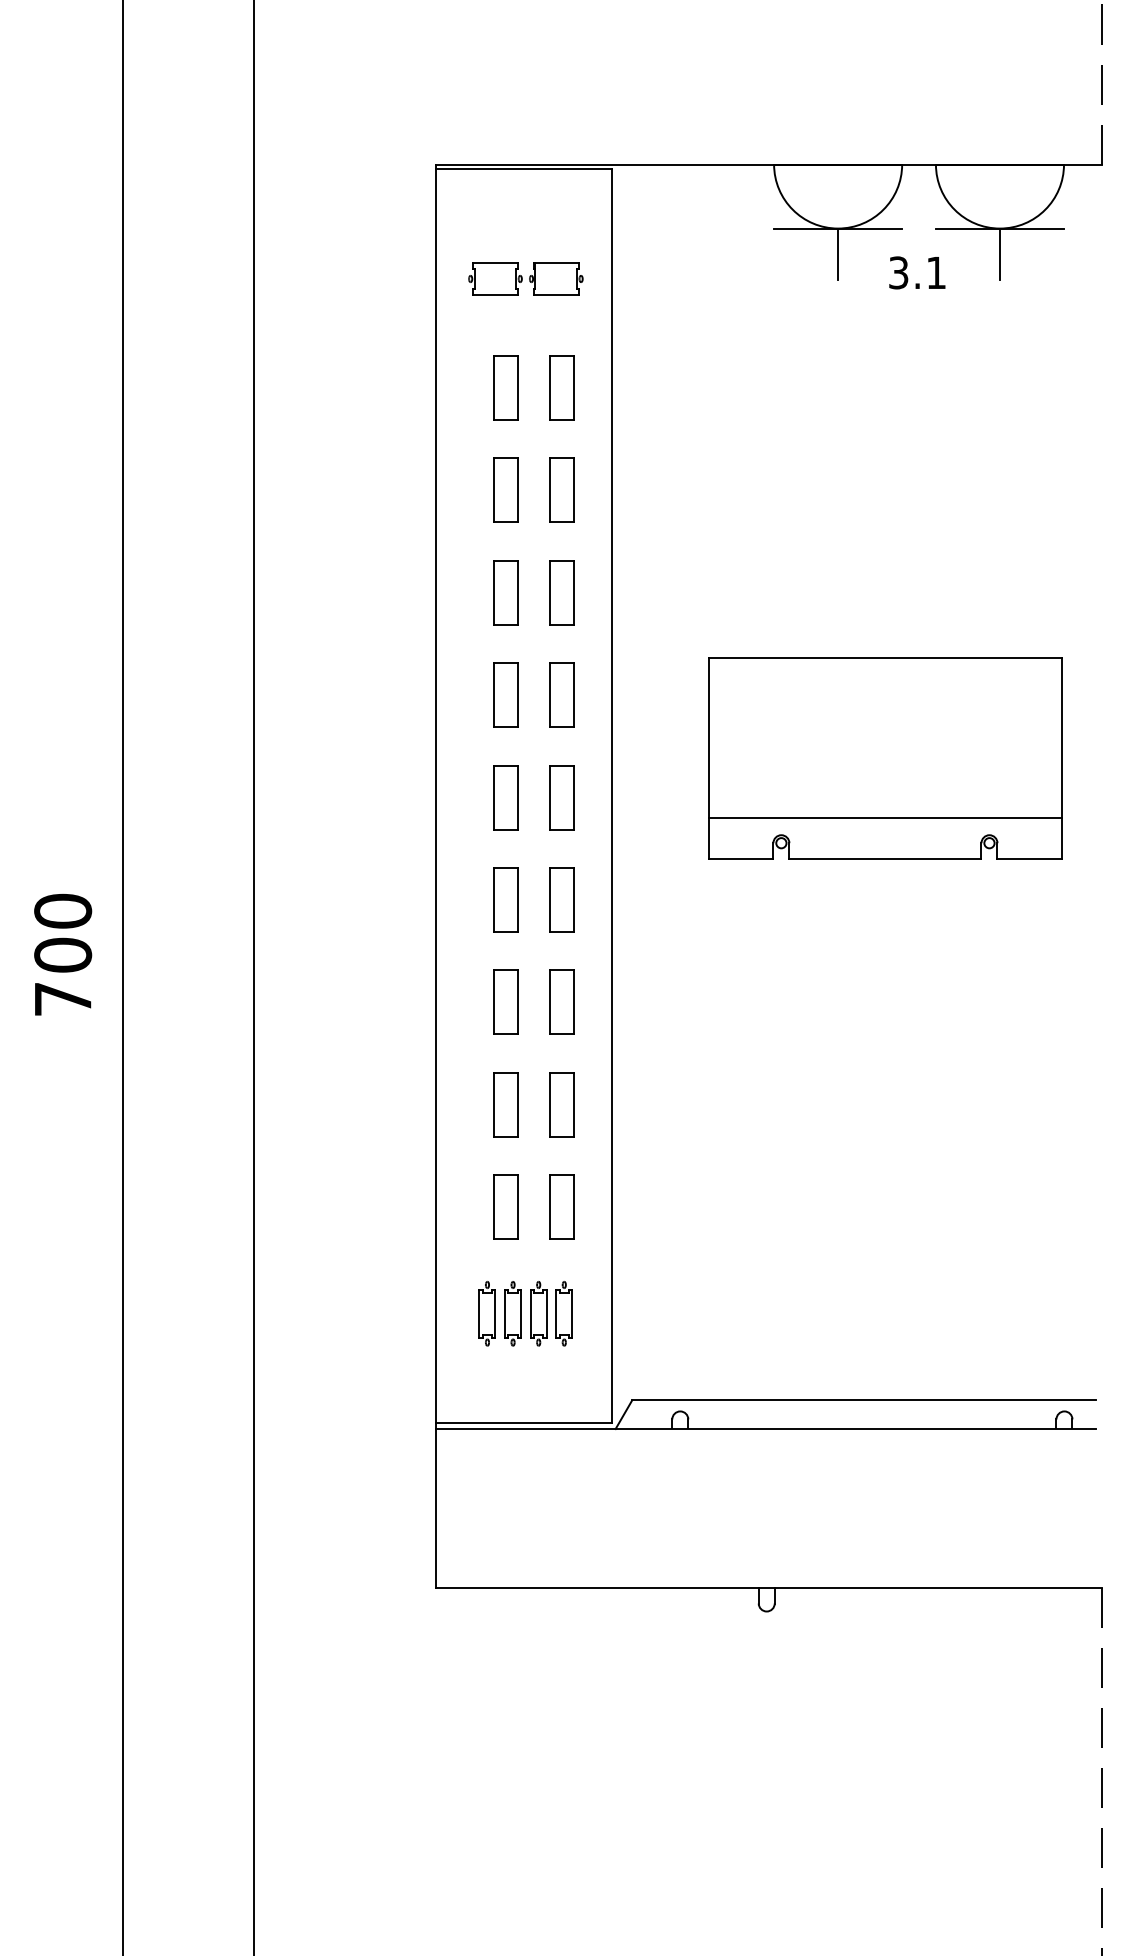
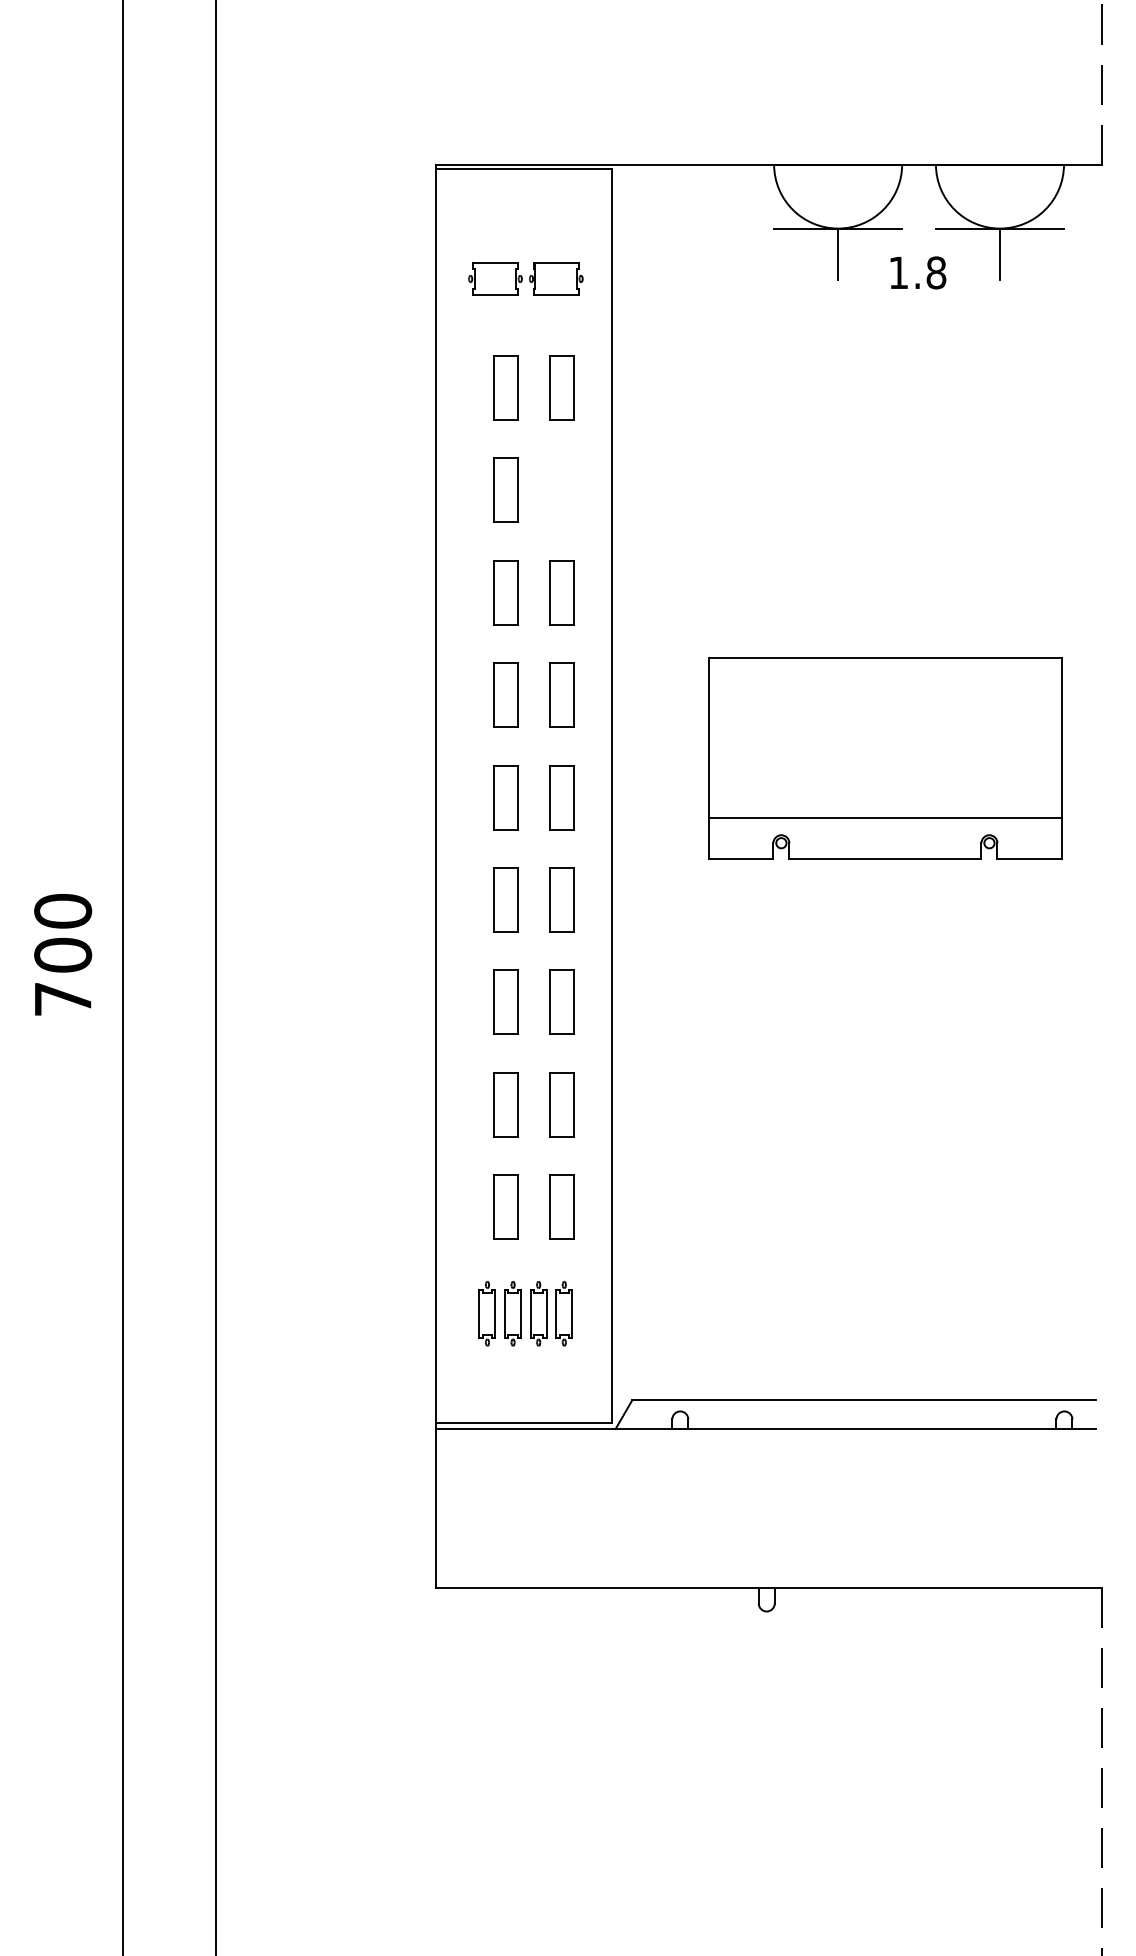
text at (917, 272): 3.1 -> 1.8
part at (561, 489): present -> none
line at (253, 977) position: (253, 977) -> (215, 977)
